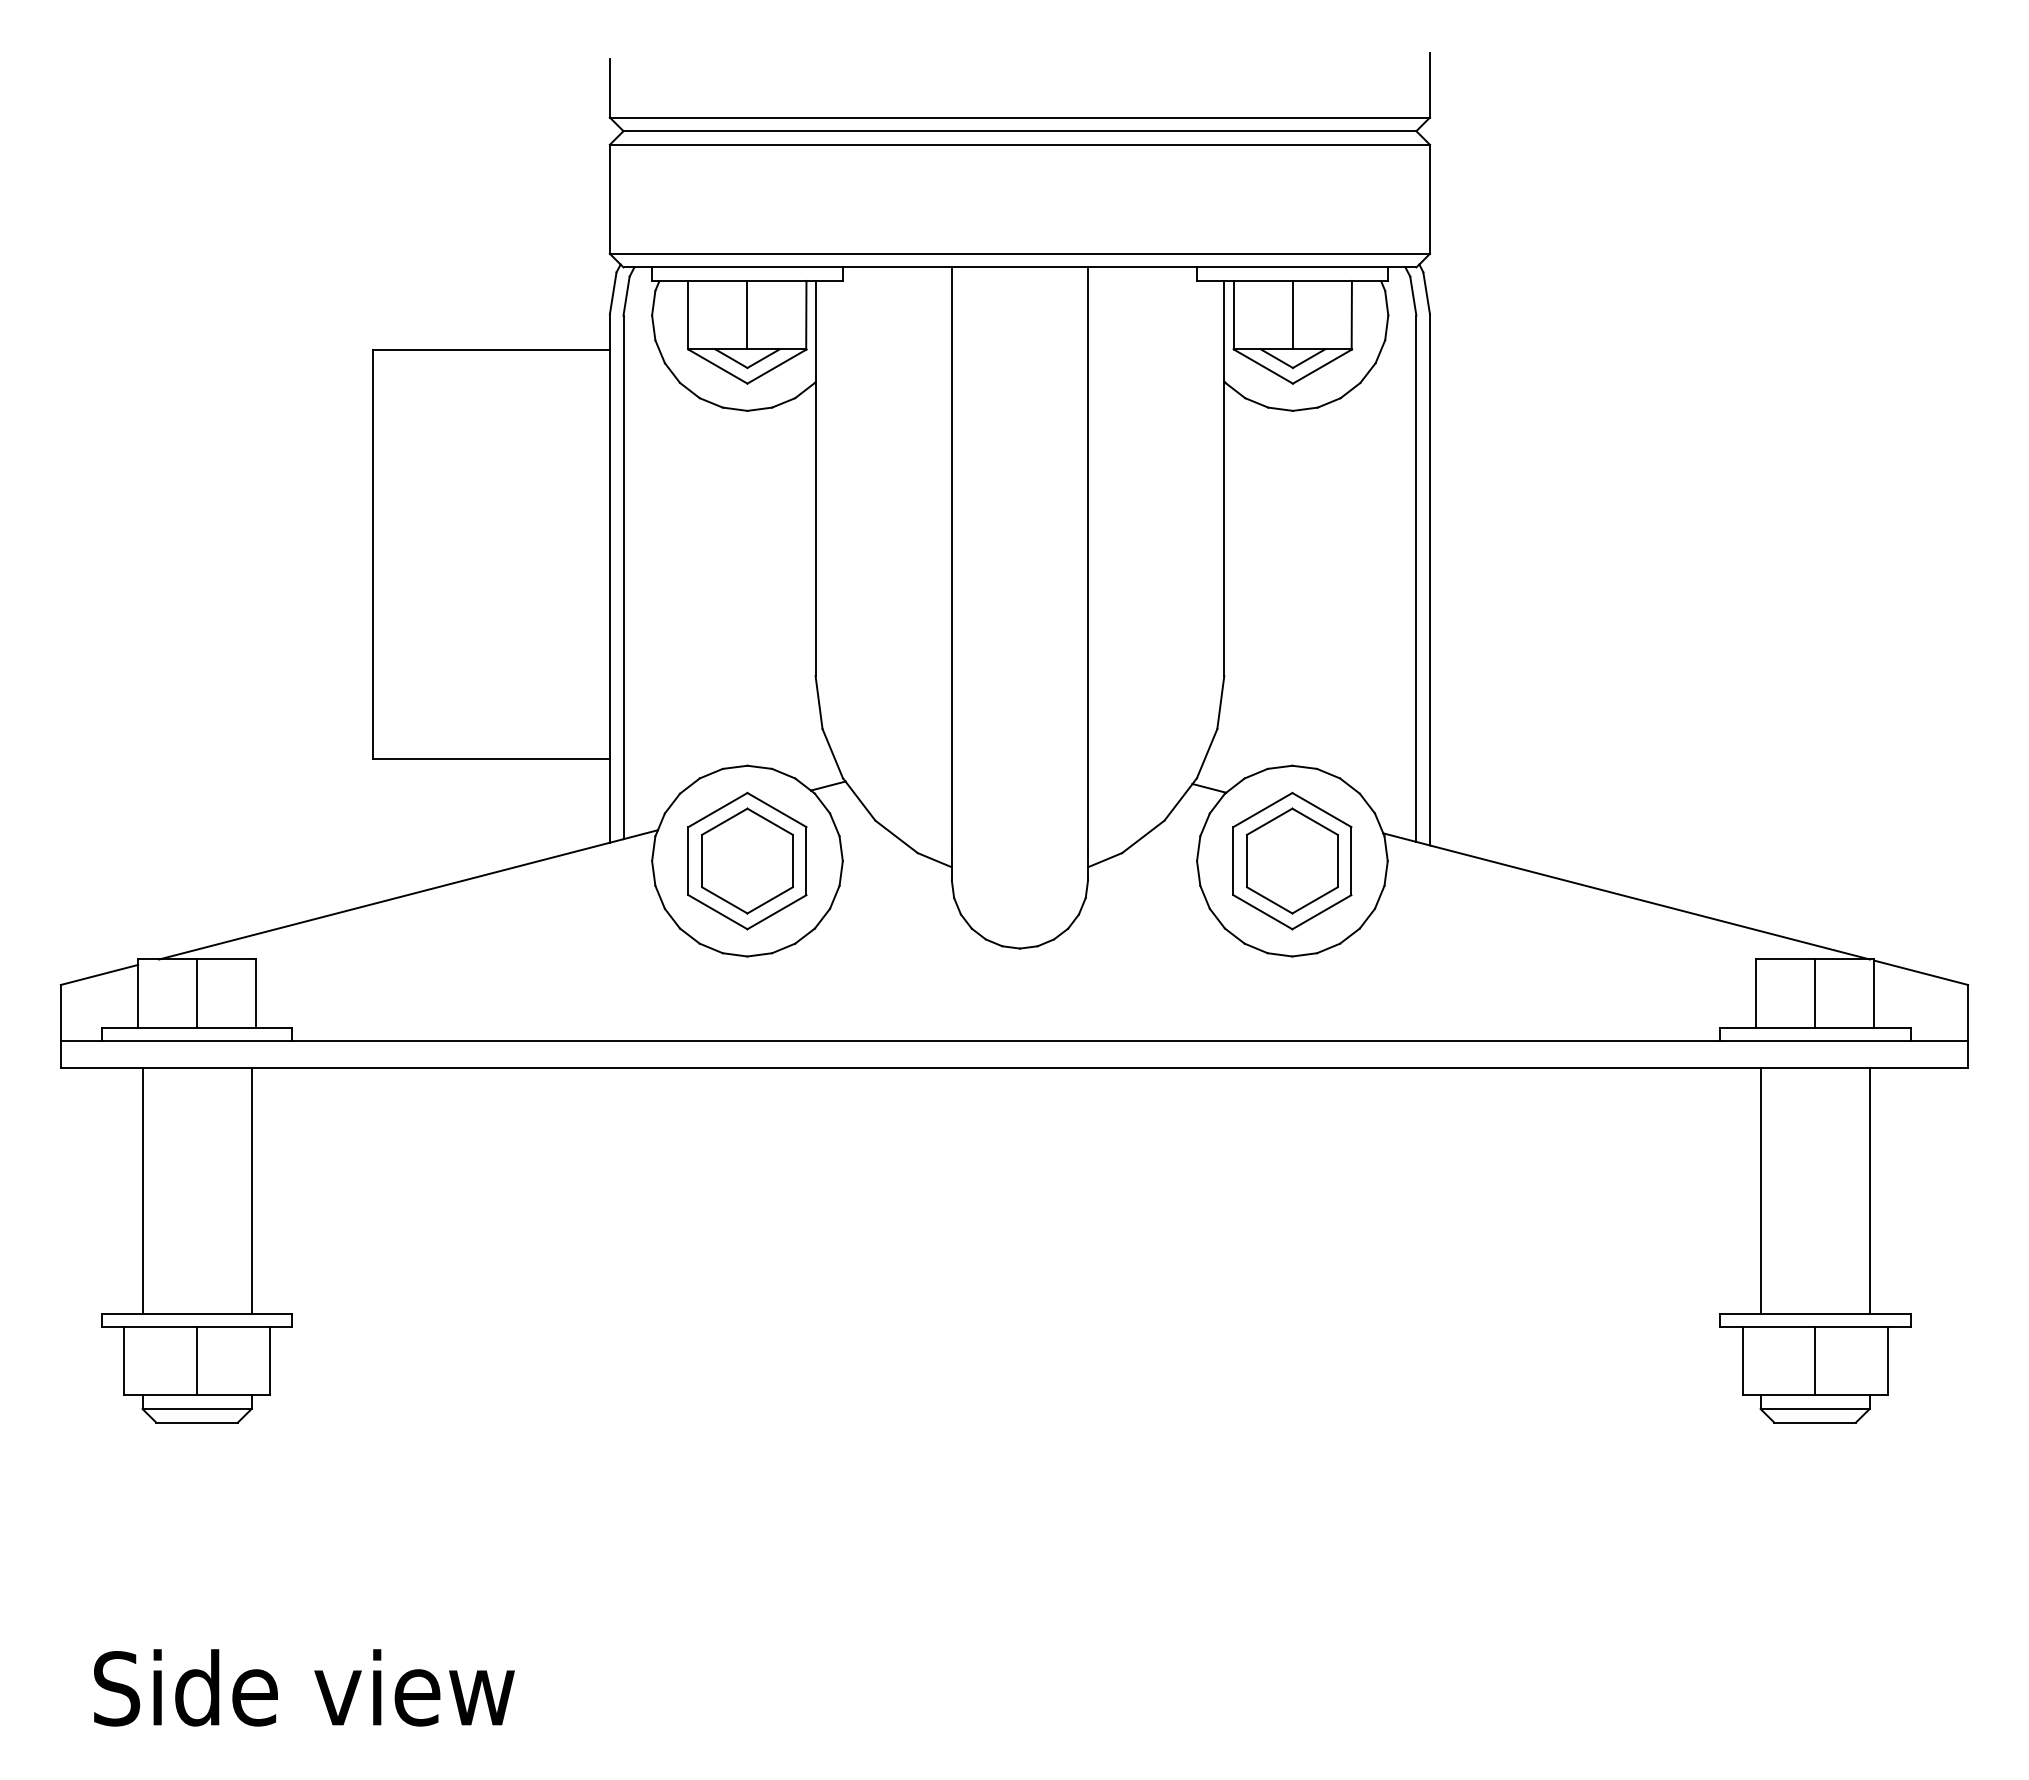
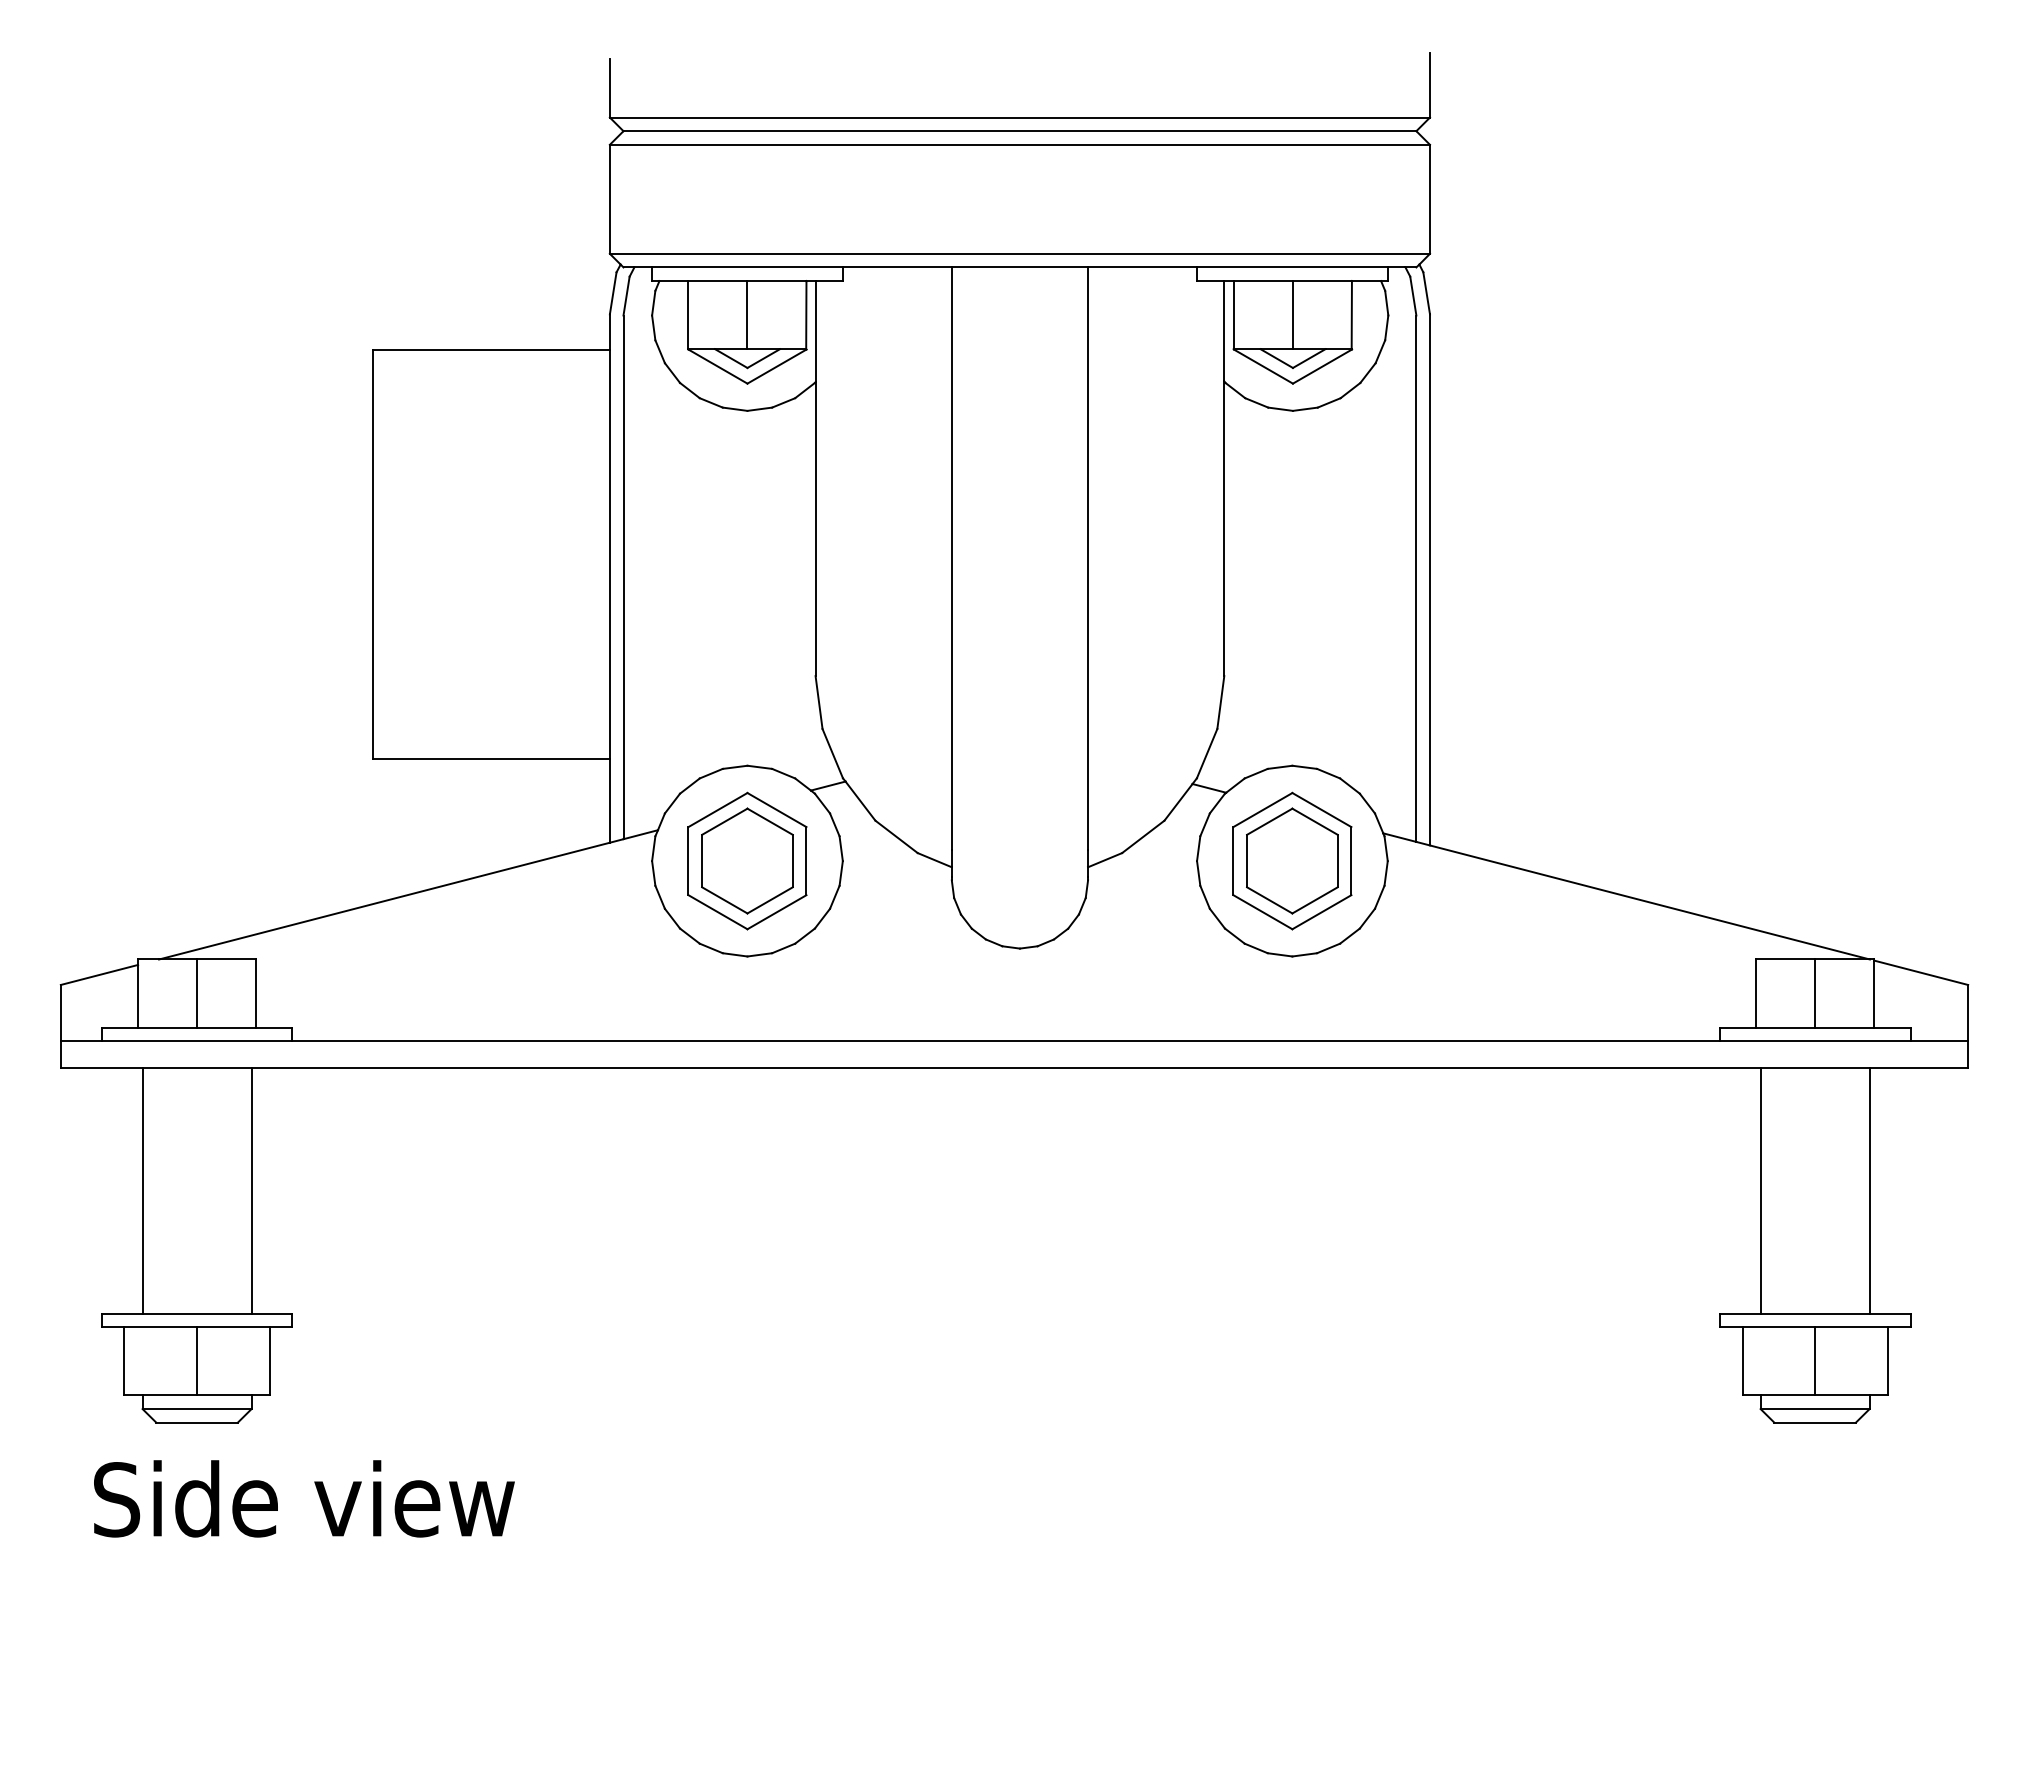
text at (304, 1687) position: (304, 1687) -> (304, 1498)
